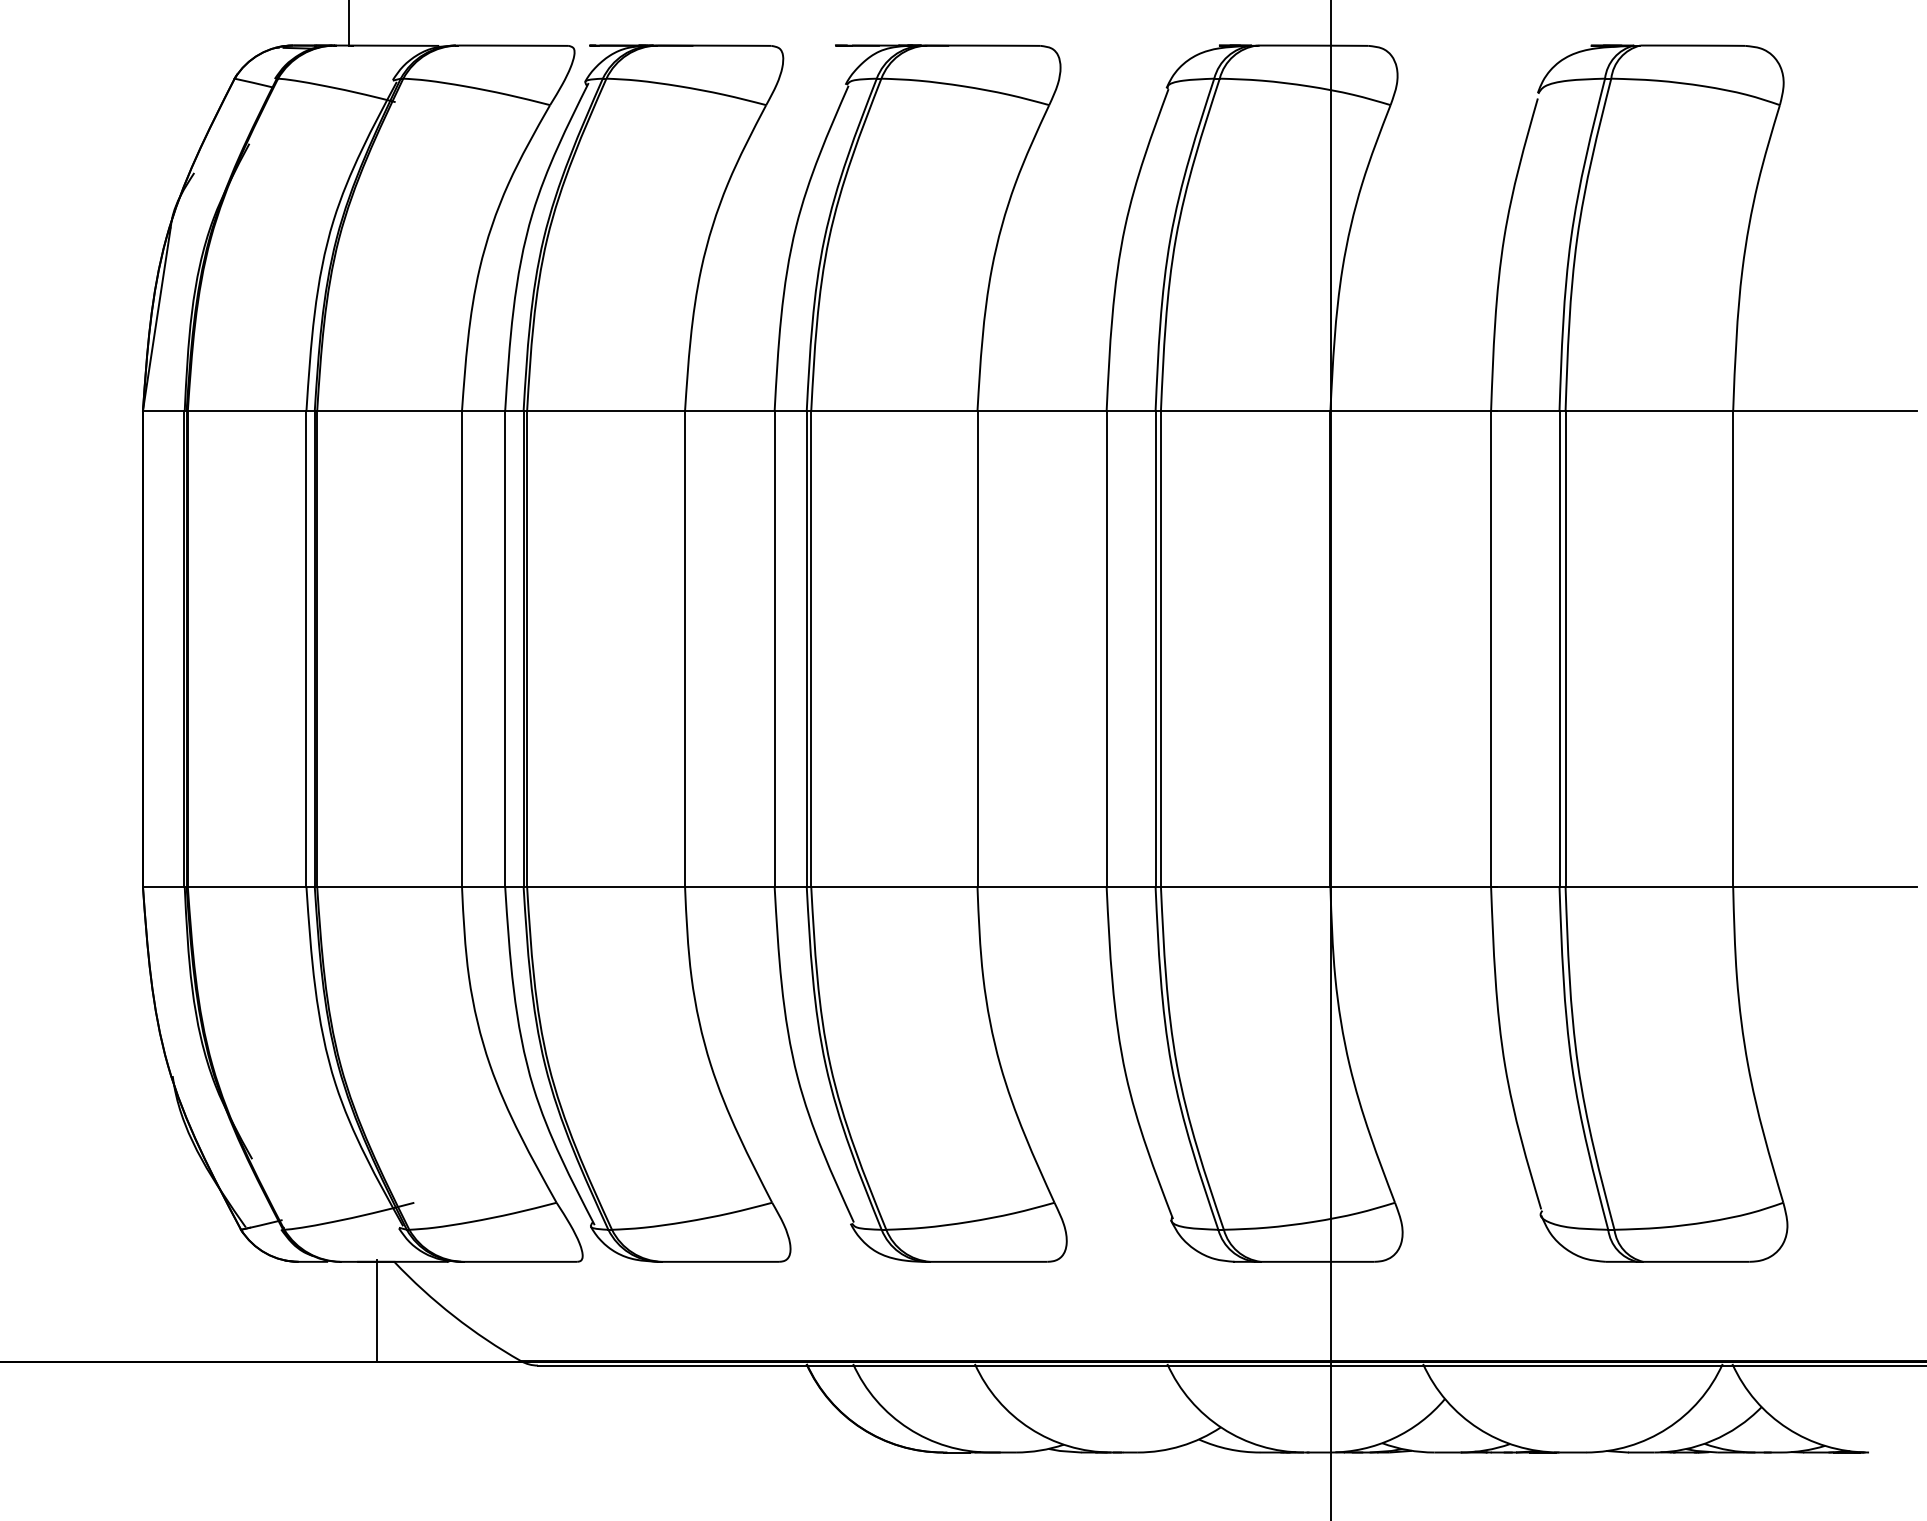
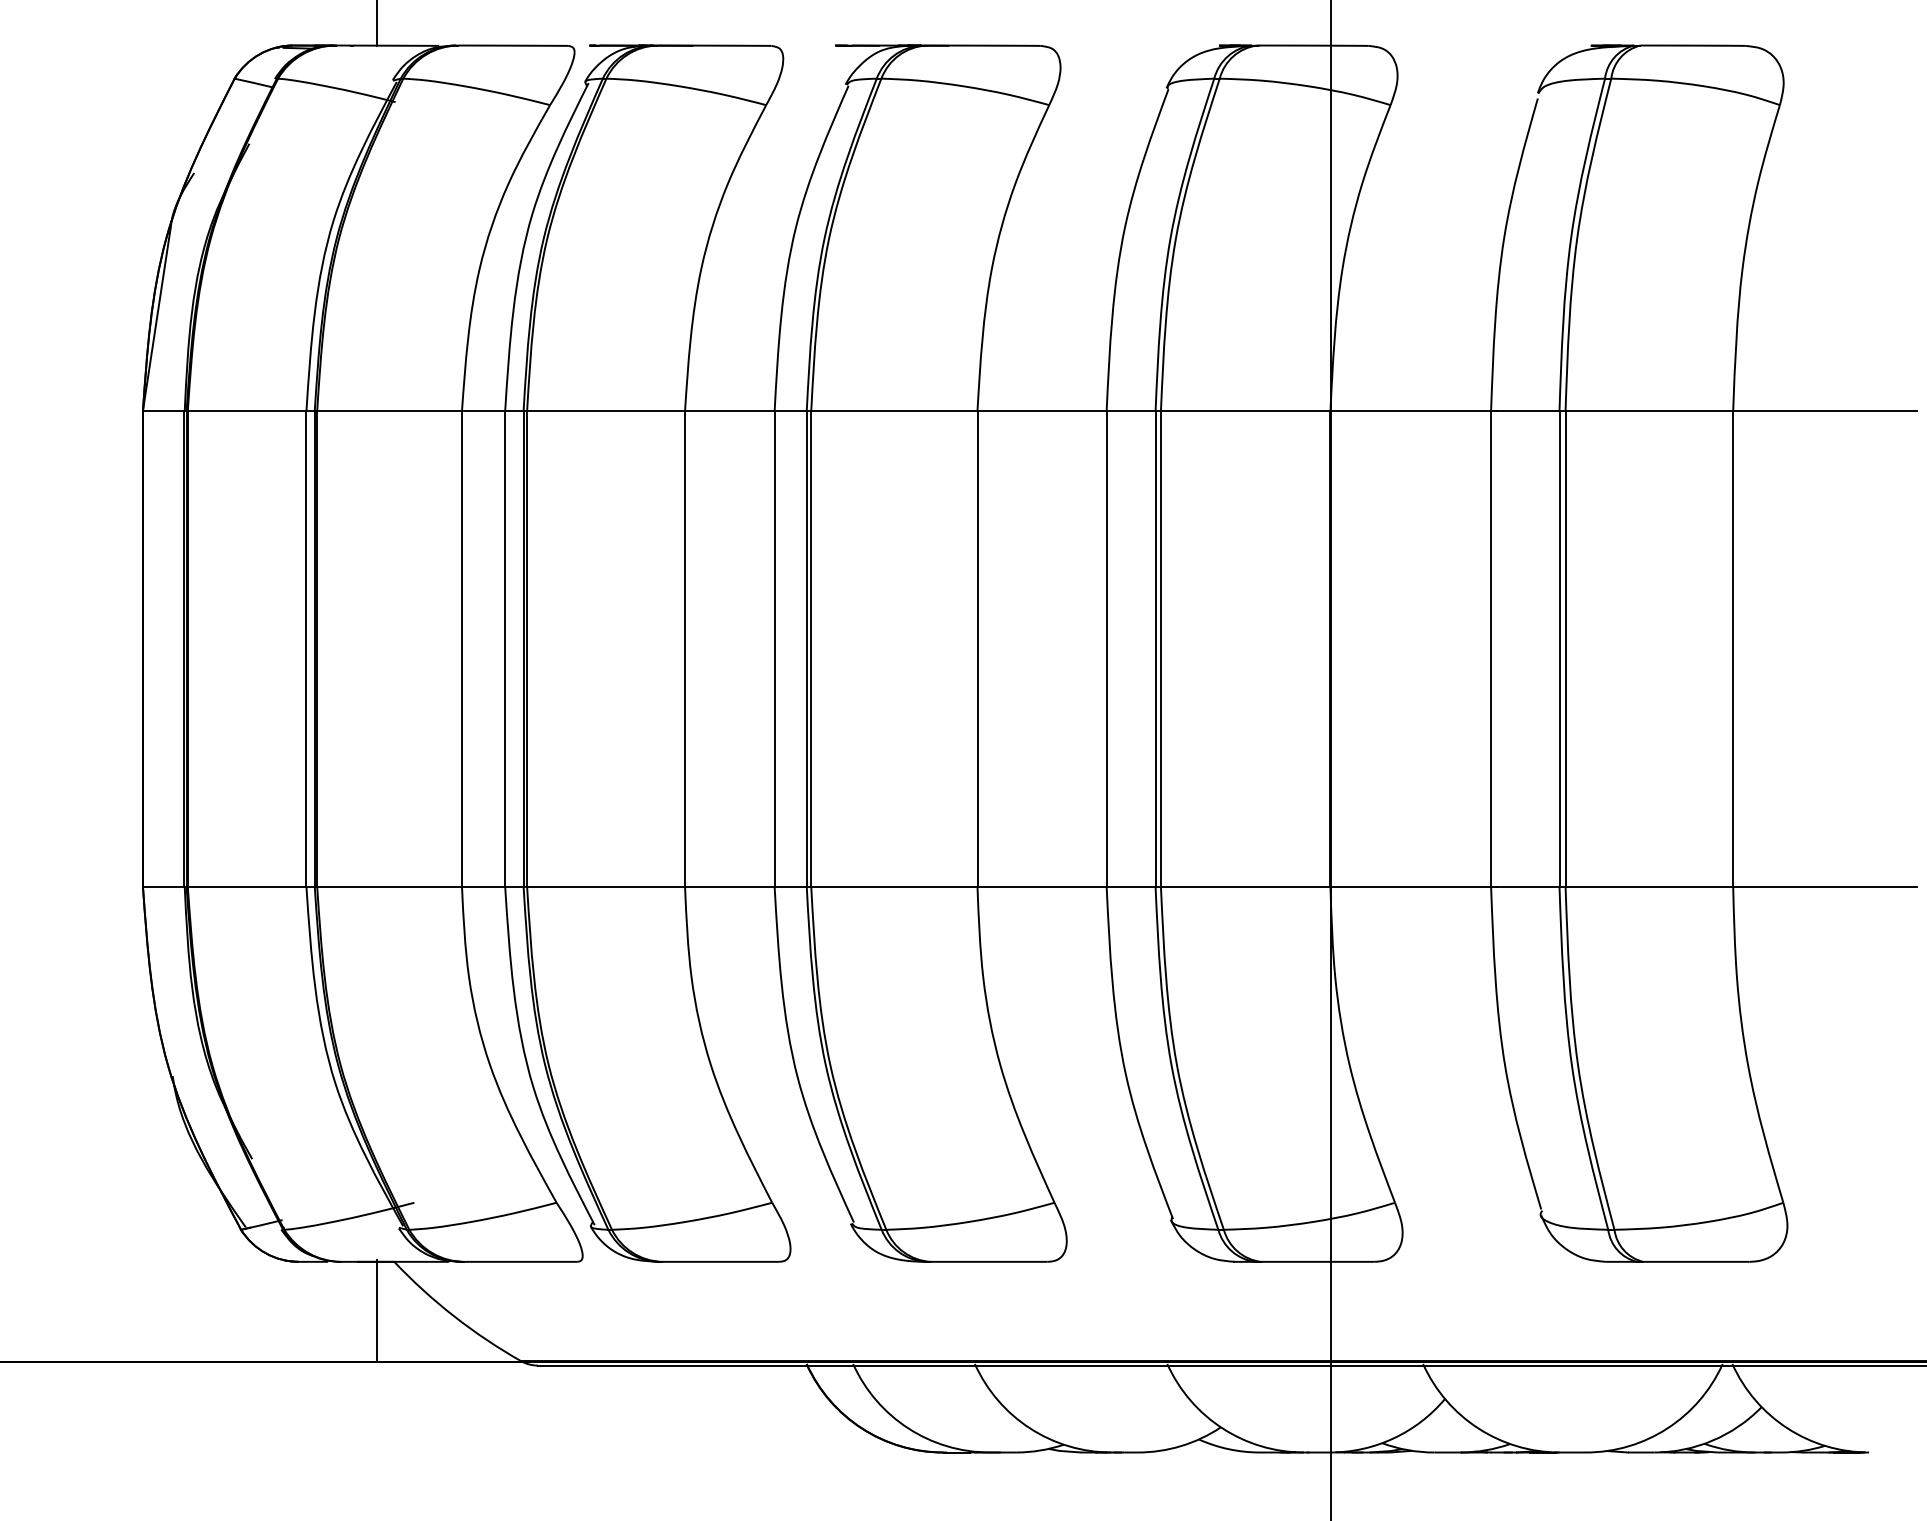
line at (349, 23) position: (349, 23) -> (377, 23)
